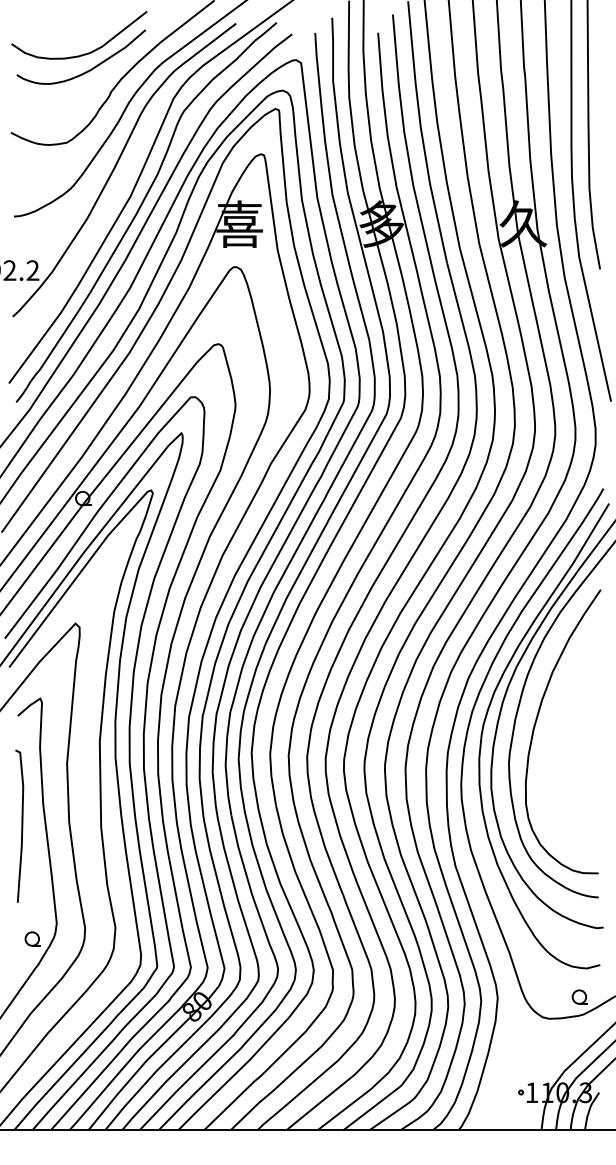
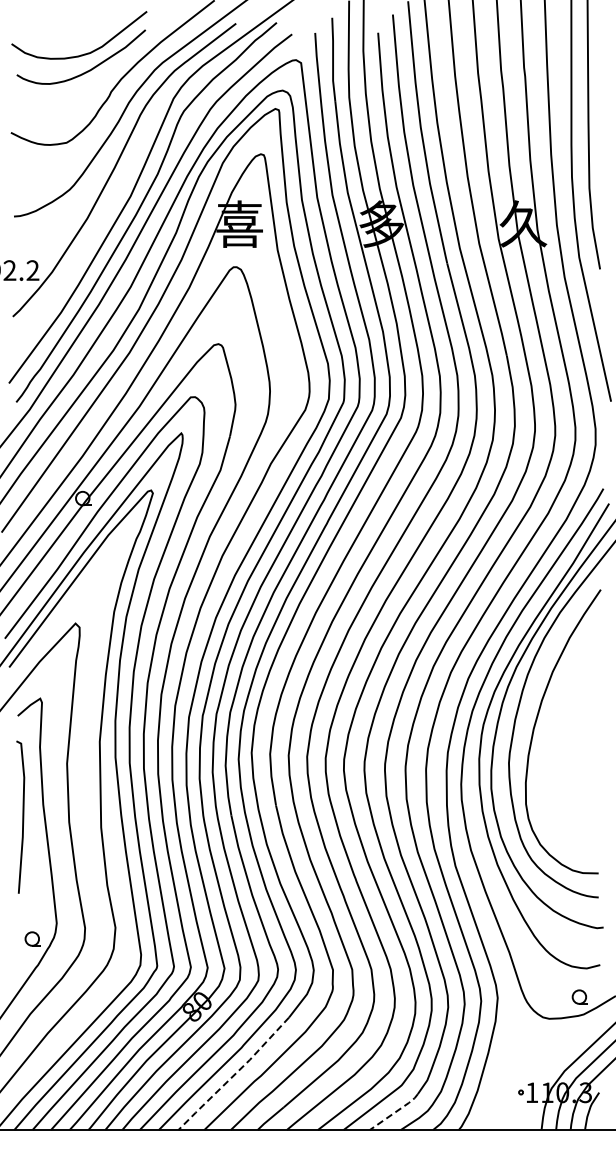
line at (21, 825) position: (21, 825) -> (22, 816)
line at (234, 1075): solid -> dashed
line at (395, 1111): solid -> dashed
